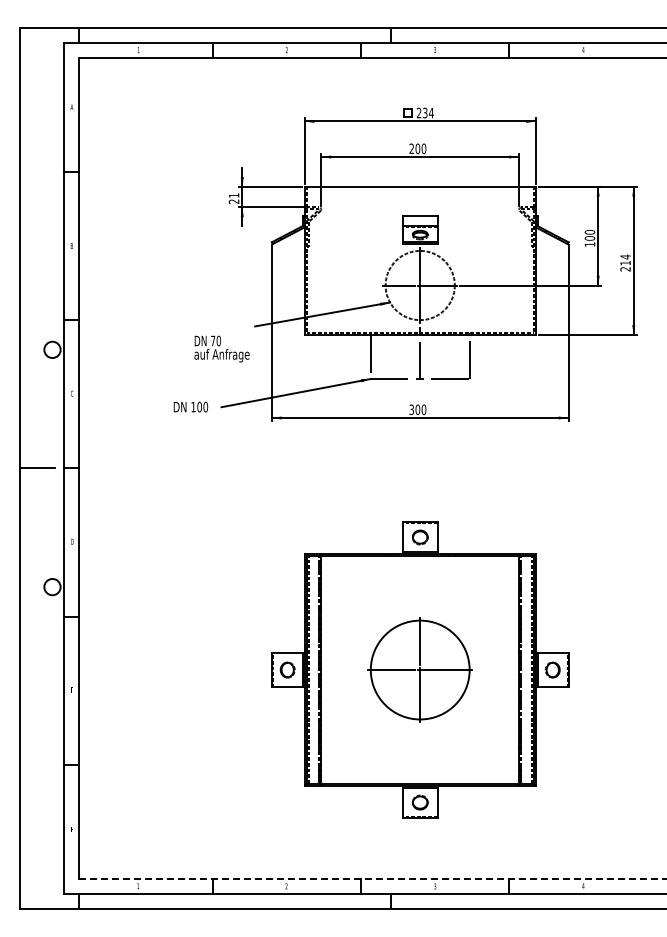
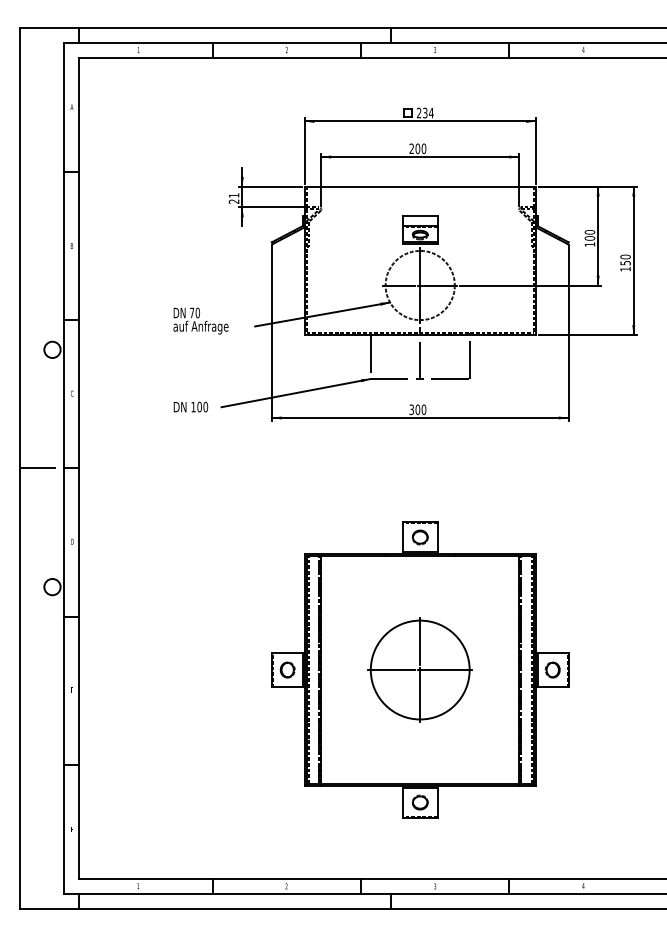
text at (625, 262): 214 -> 150
text at (221, 348) position: (221, 348) -> (200, 320)
line at (373, 879): dashed -> solid
